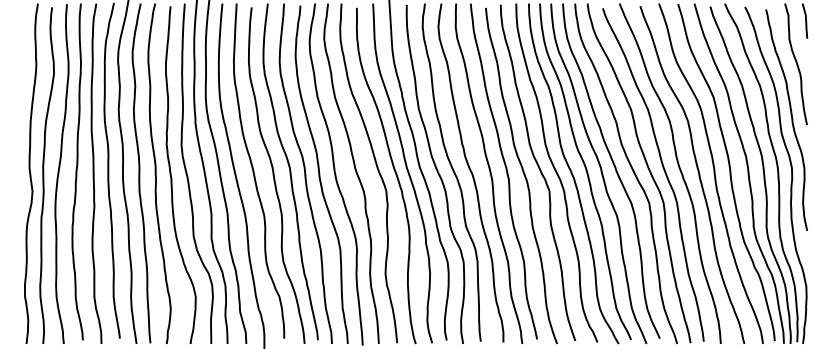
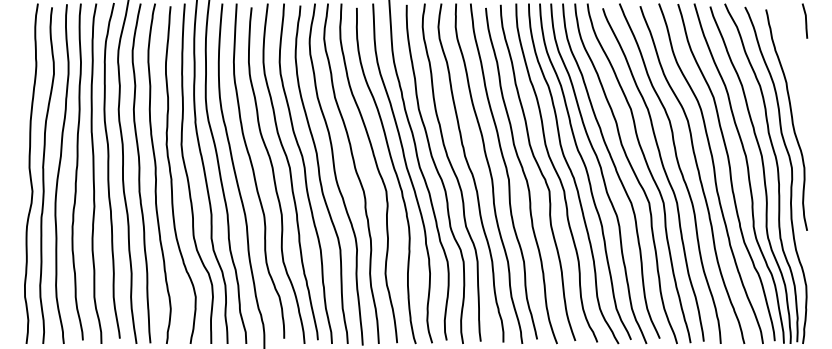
curve at (796, 64): present -> none
